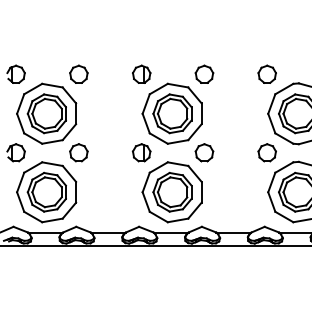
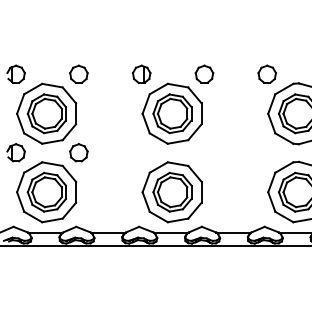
part at (141, 152): present -> none
part at (204, 152): present -> none
part at (266, 152): present -> none
